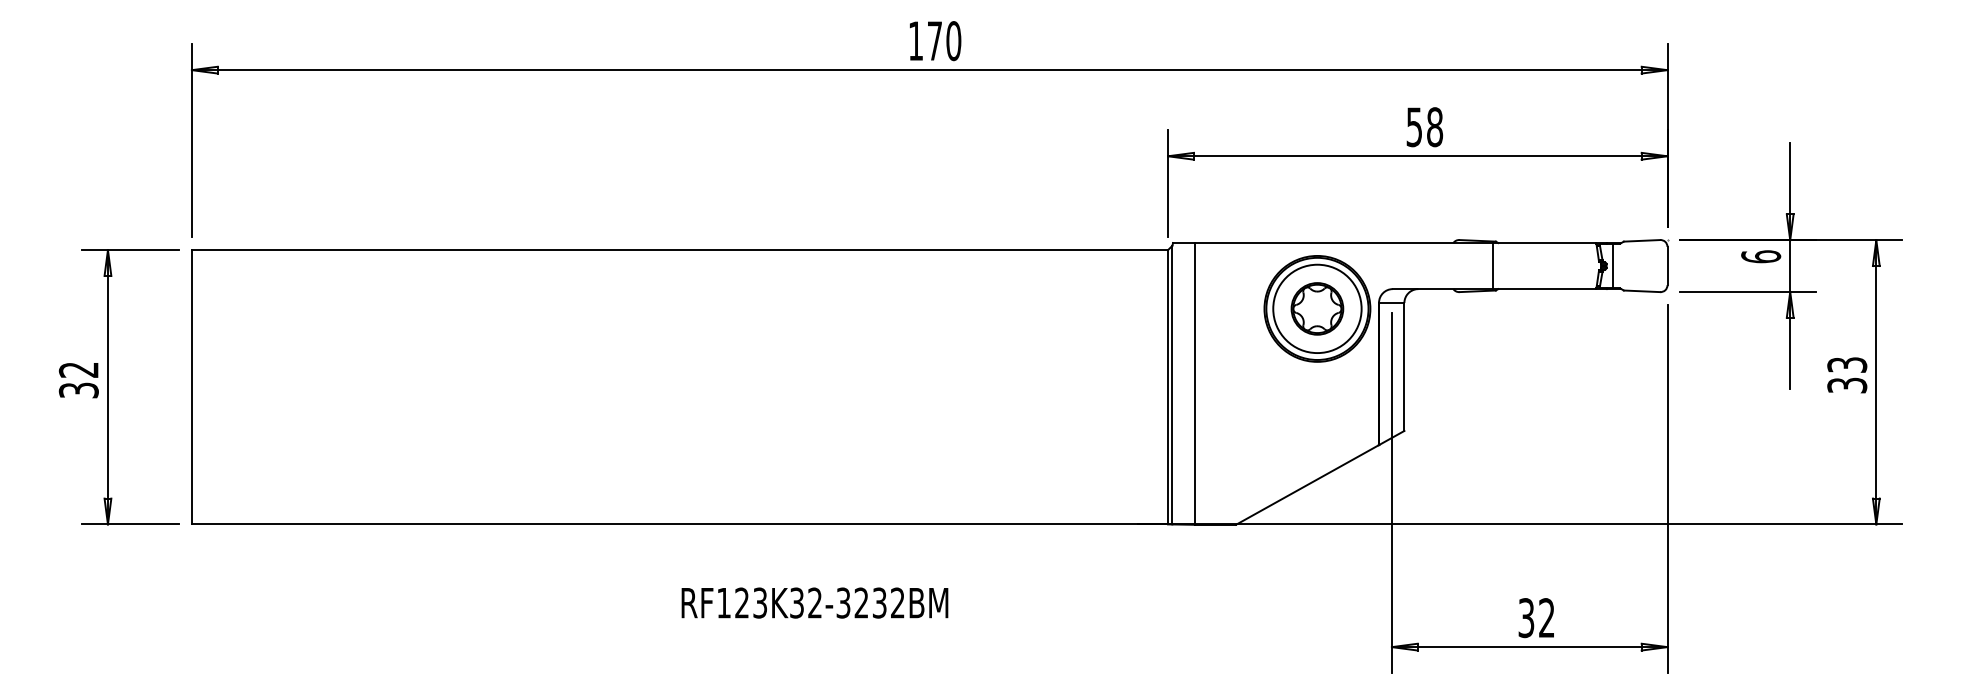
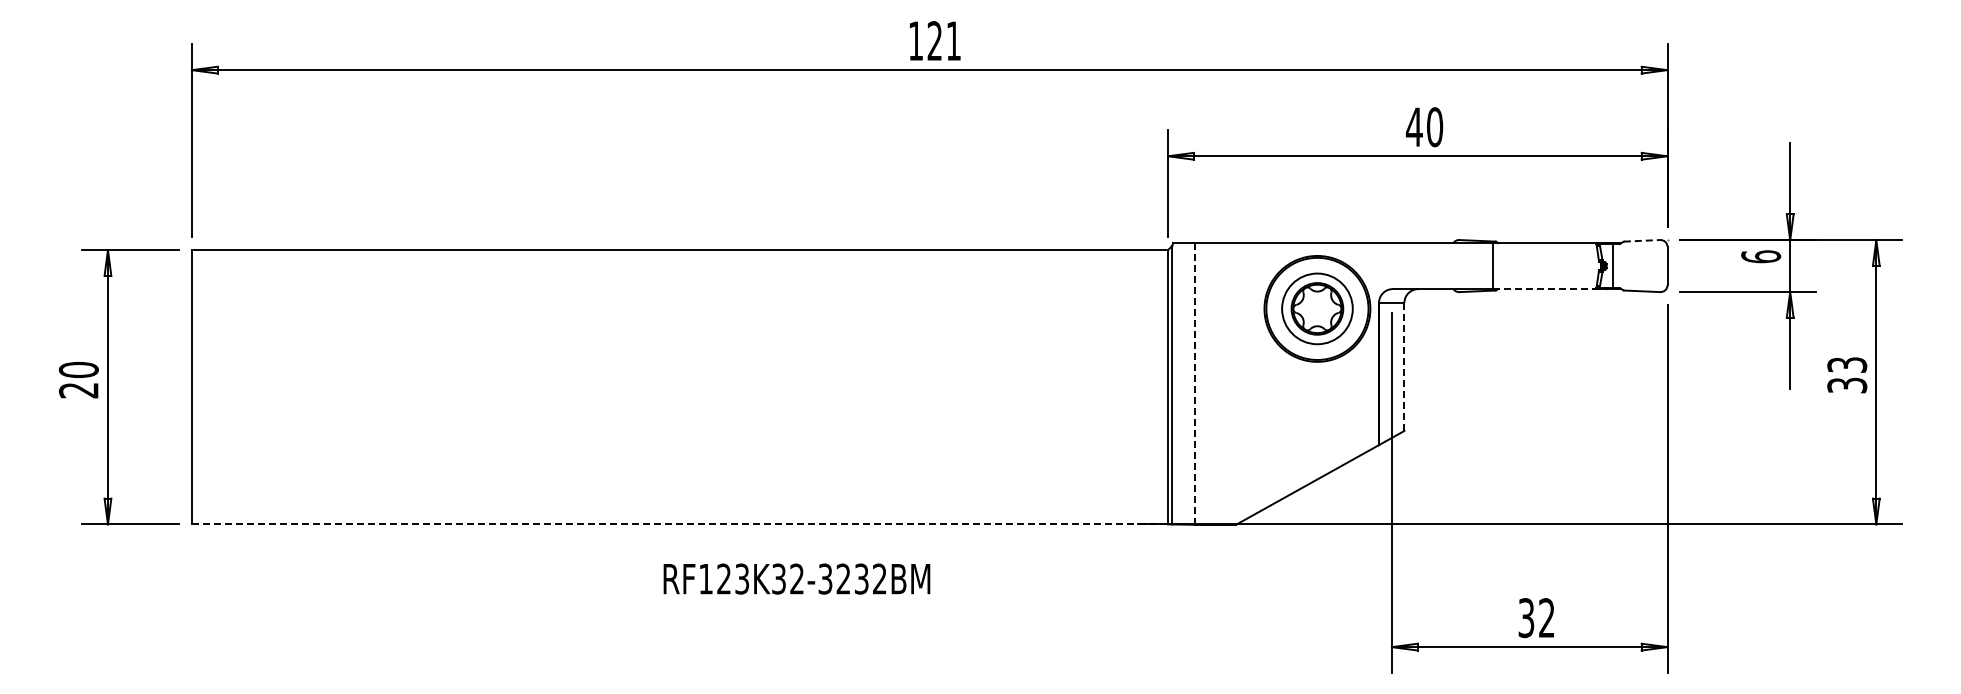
text at (944, 41): 170 -> 121
text at (1424, 127): 58 -> 40
line at (1642, 240): solid -> dashed
line at (1545, 289): solid -> dashed
circle at (1317, 308) diameter: 88 px -> 71 px
line at (1404, 366): solid -> dashed
text at (78, 379): 32 -> 20
line at (1194, 383): solid -> dashed
line at (680, 524): solid -> dashed
text at (814, 602) position: (814, 602) -> (796, 578)
